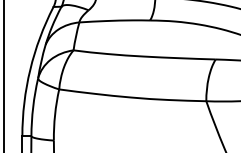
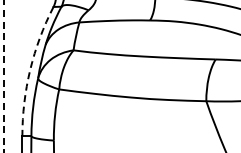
arc at (30, 69): solid -> dashed
line at (4, 76): solid -> dashed
